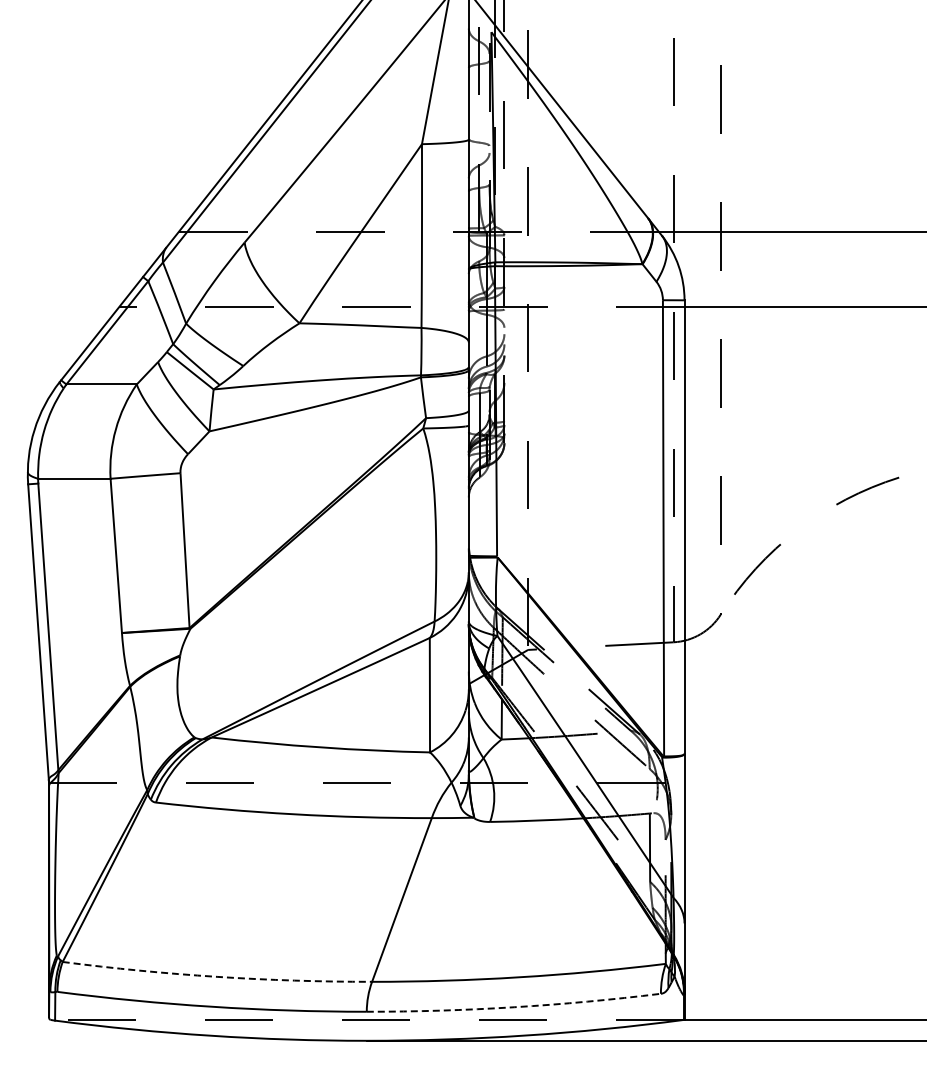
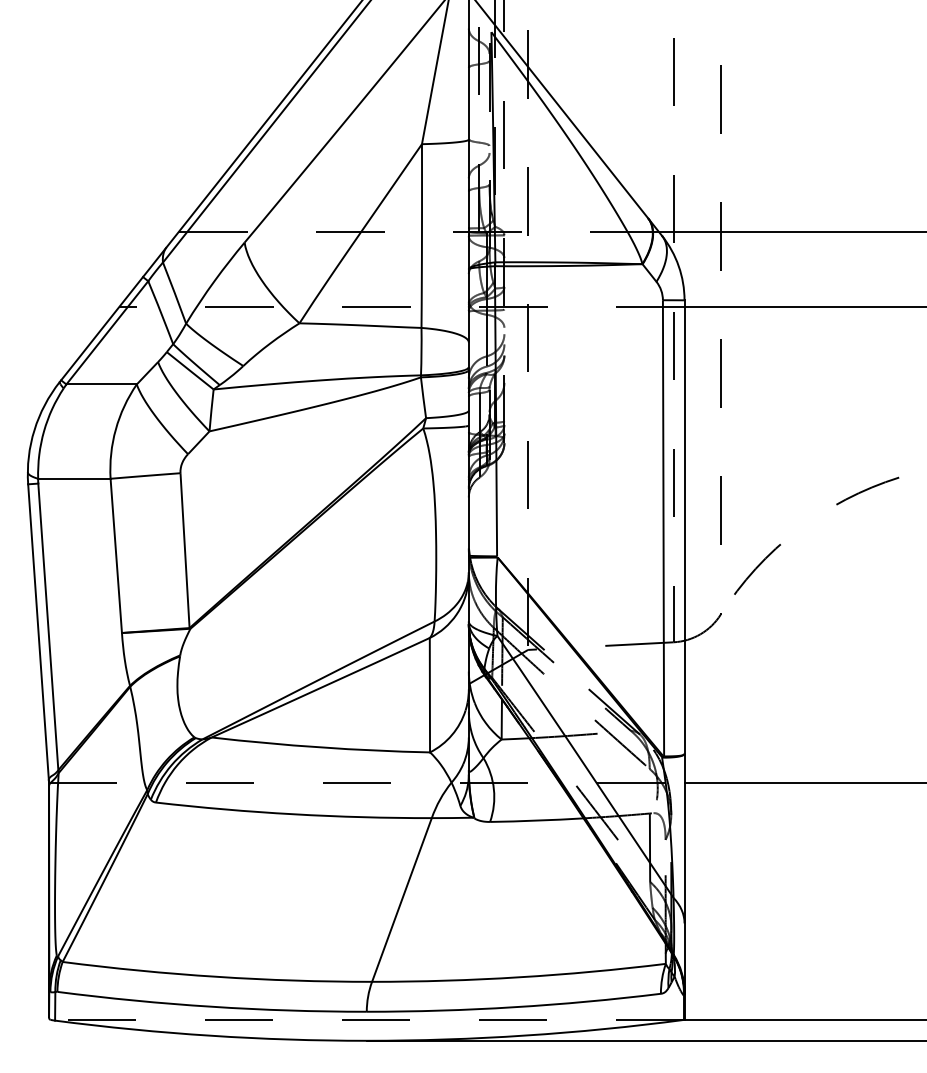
line at (803, 782): none -> present
arc at (217, 976): dashed -> solid
arc at (514, 1007): dashed -> solid
